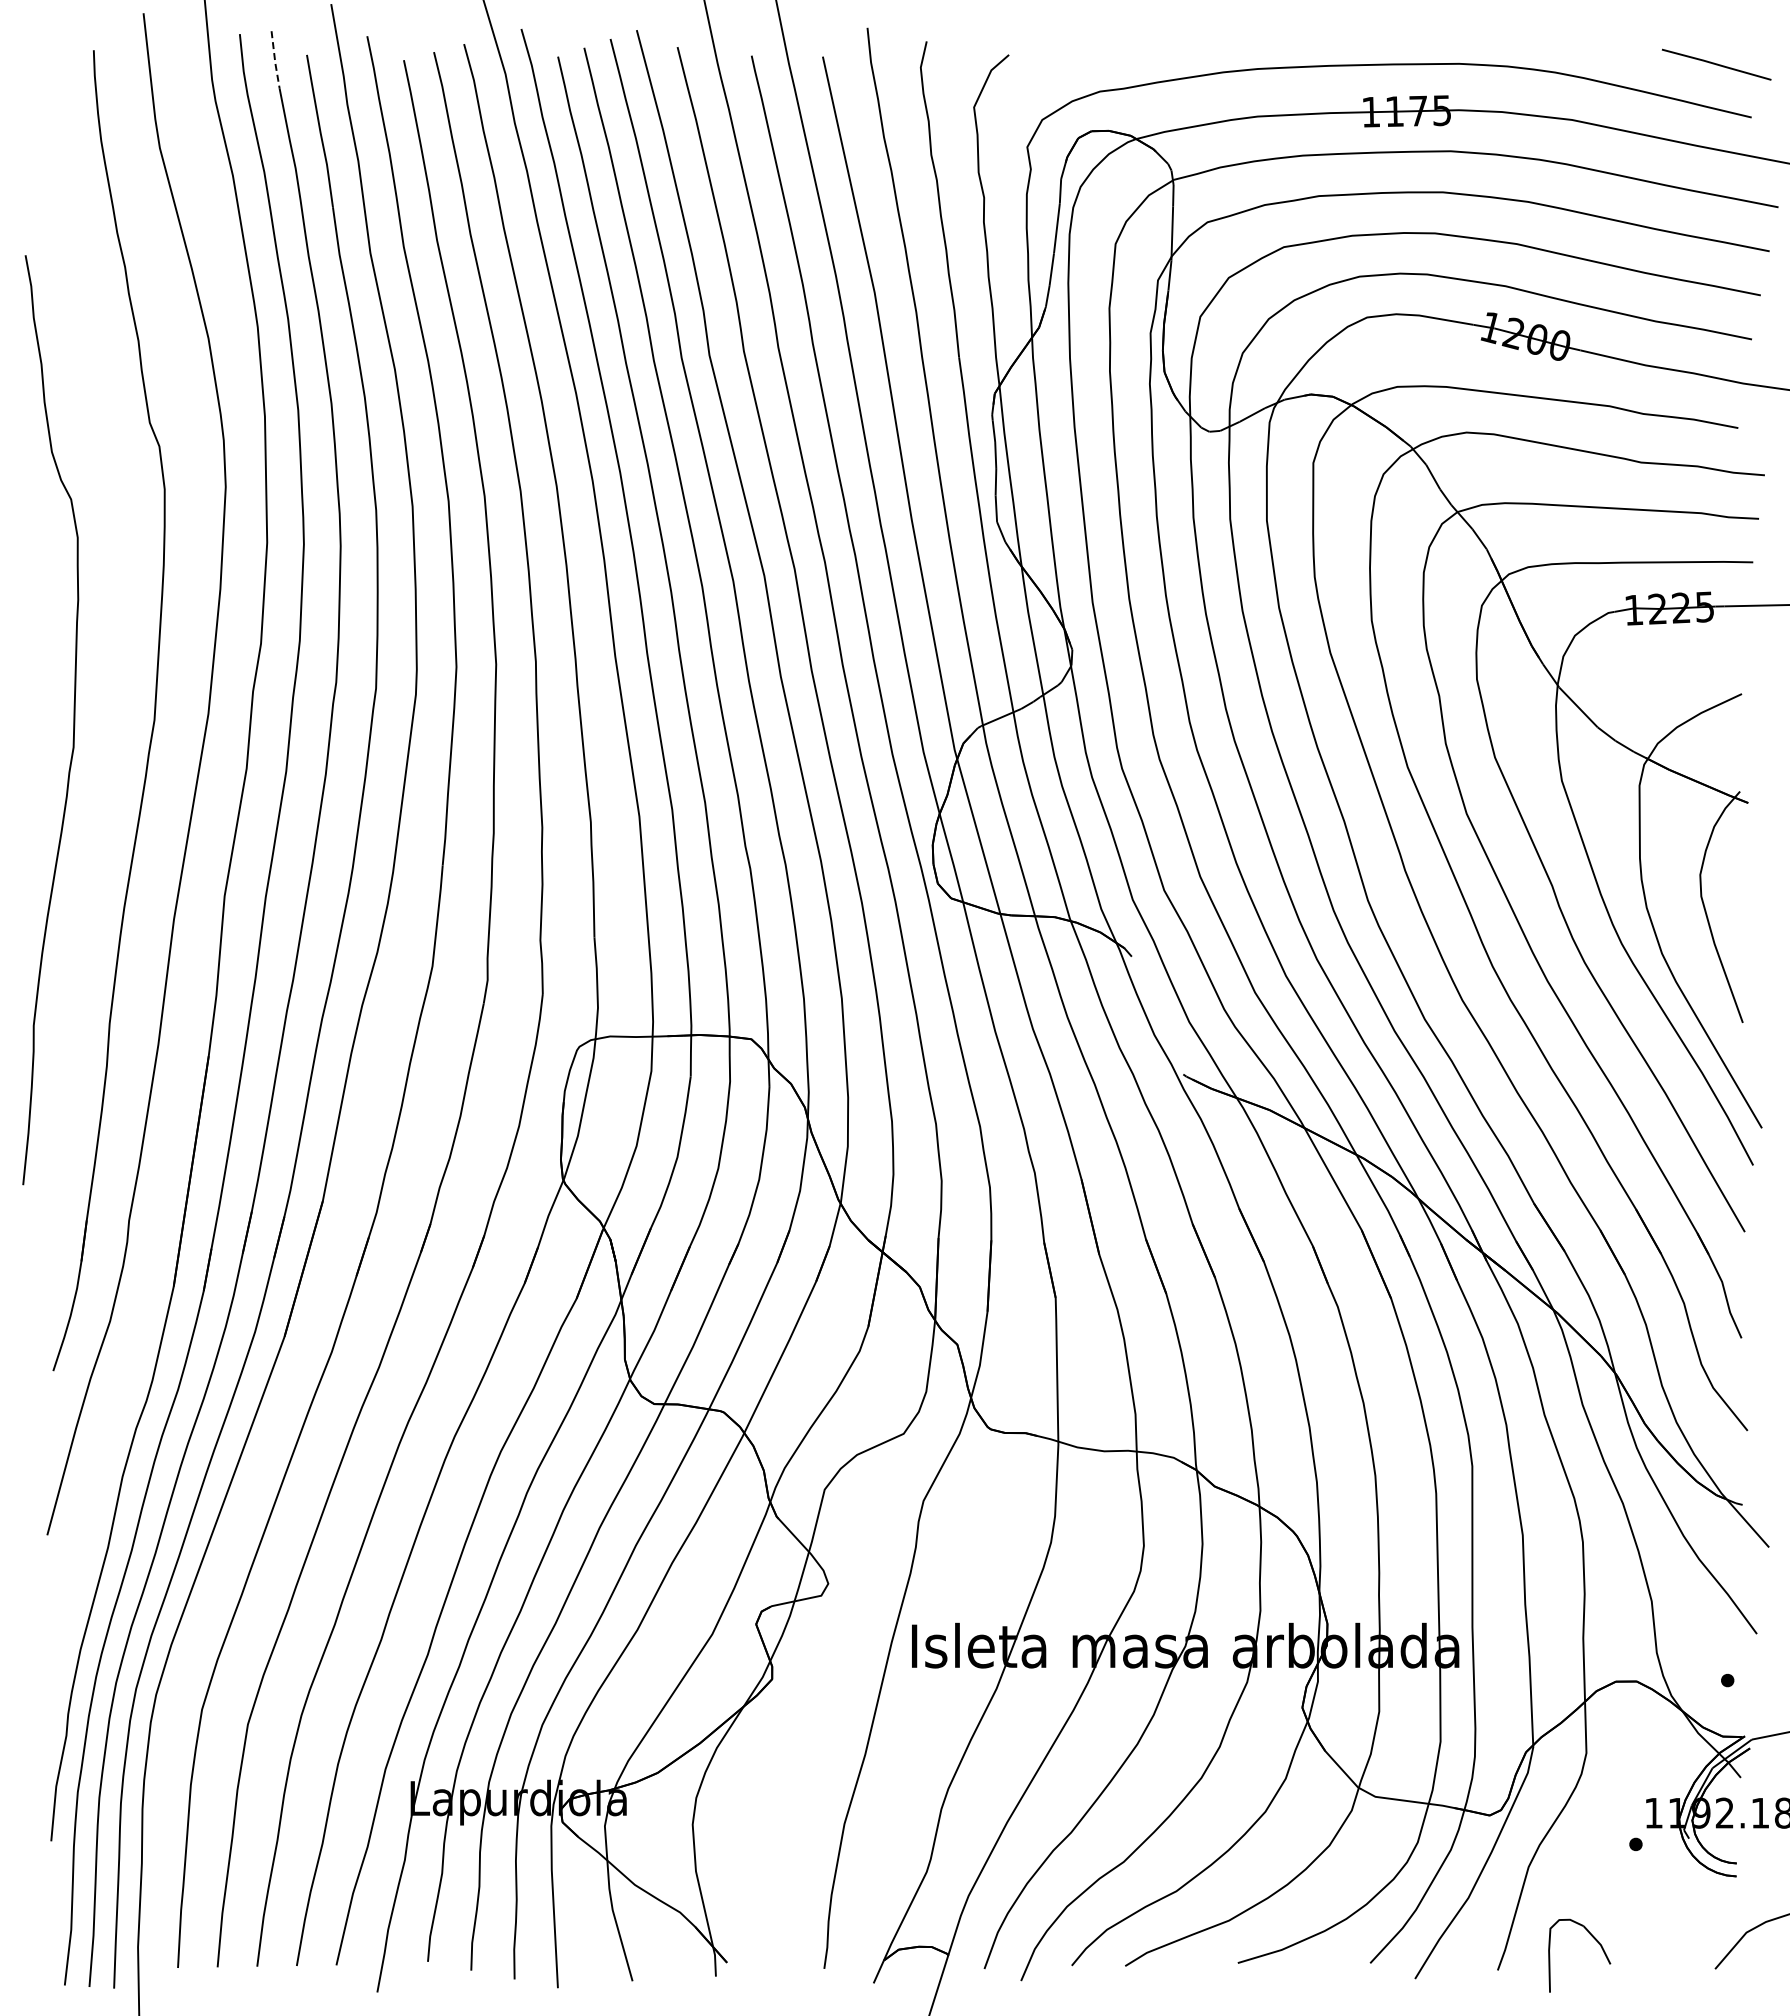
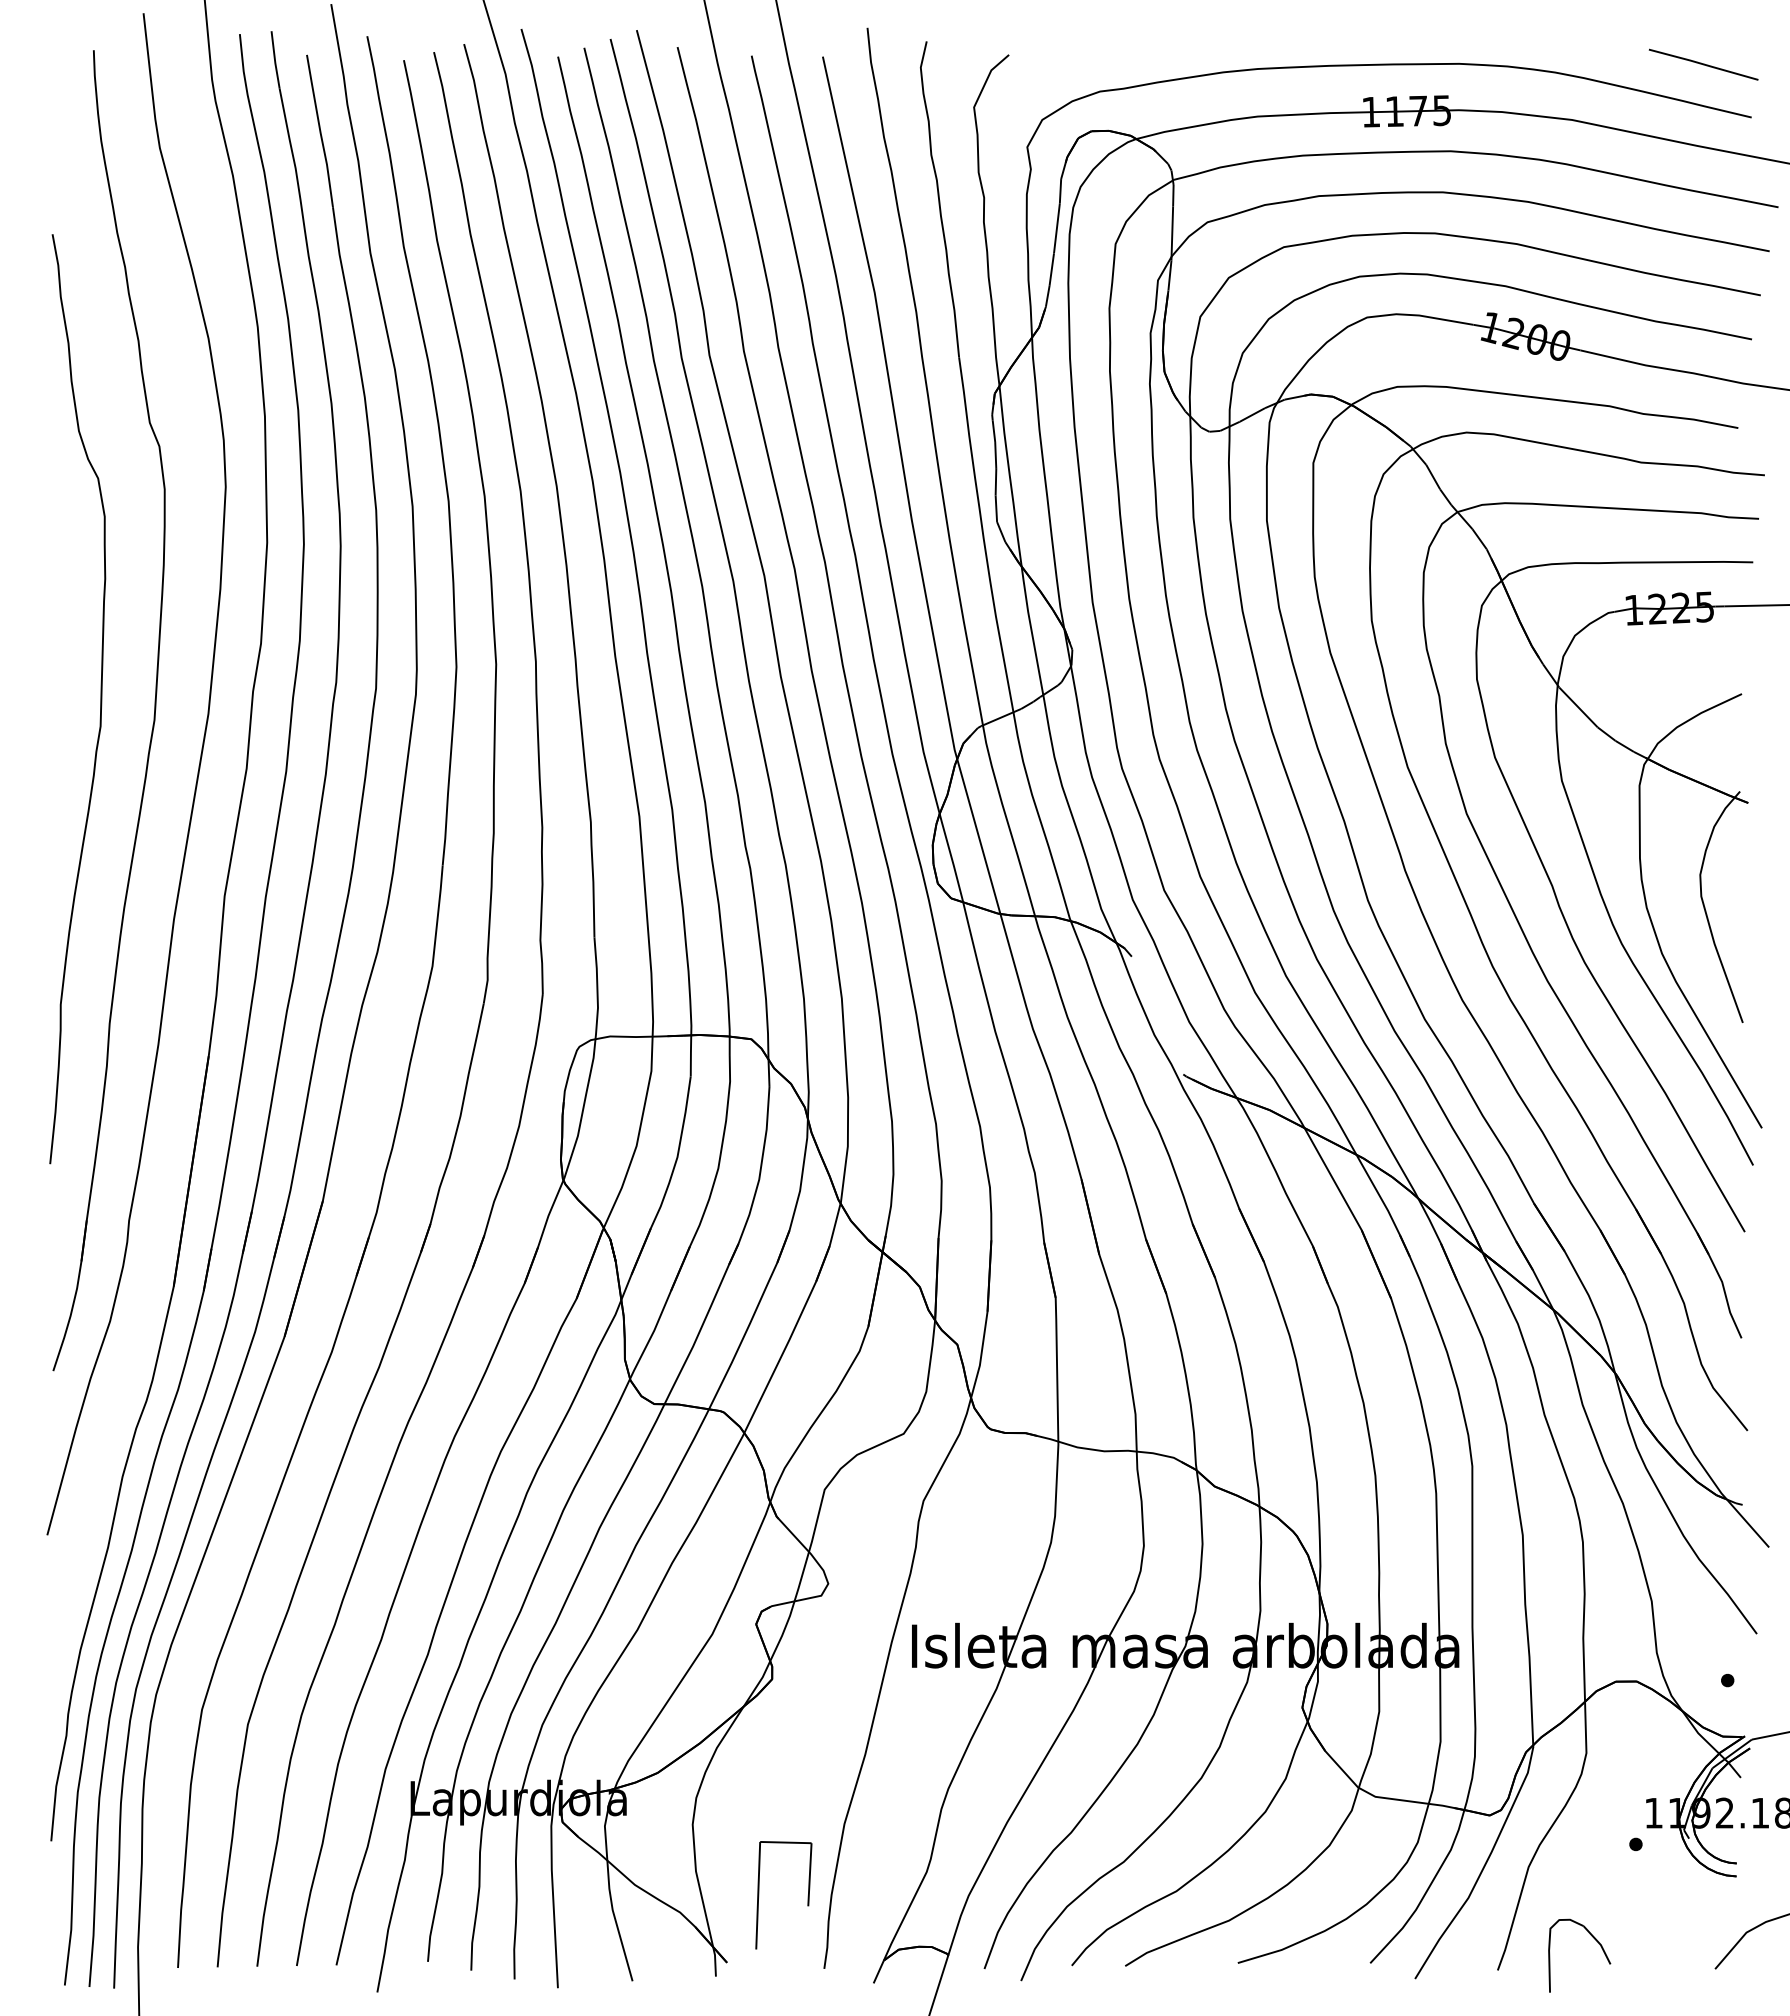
line at (275, 60): dashed -> solid
line at (1716, 64) position: (1716, 64) -> (1703, 64)
curve at (73, 720) position: (73, 720) -> (100, 699)
part at (759, 1895): none -> present
